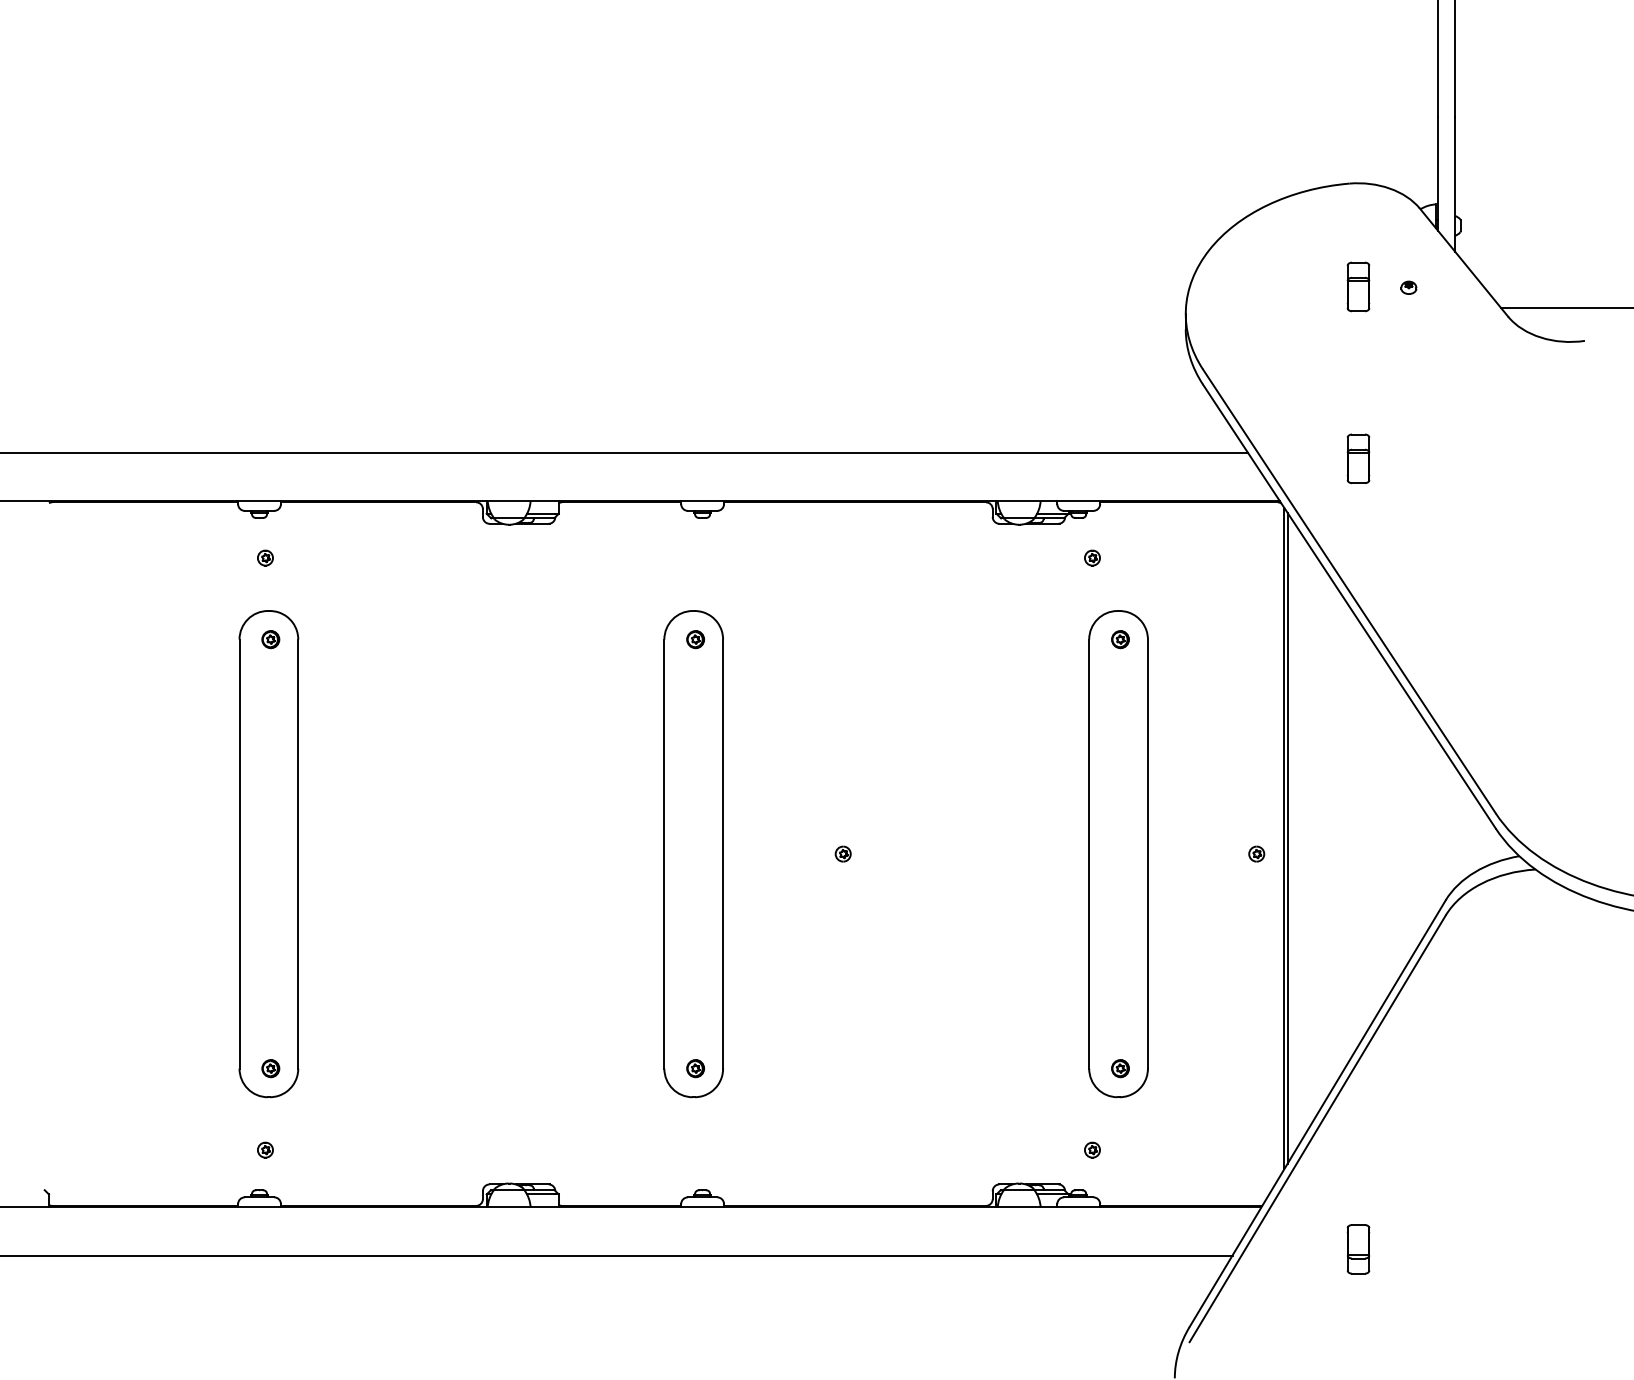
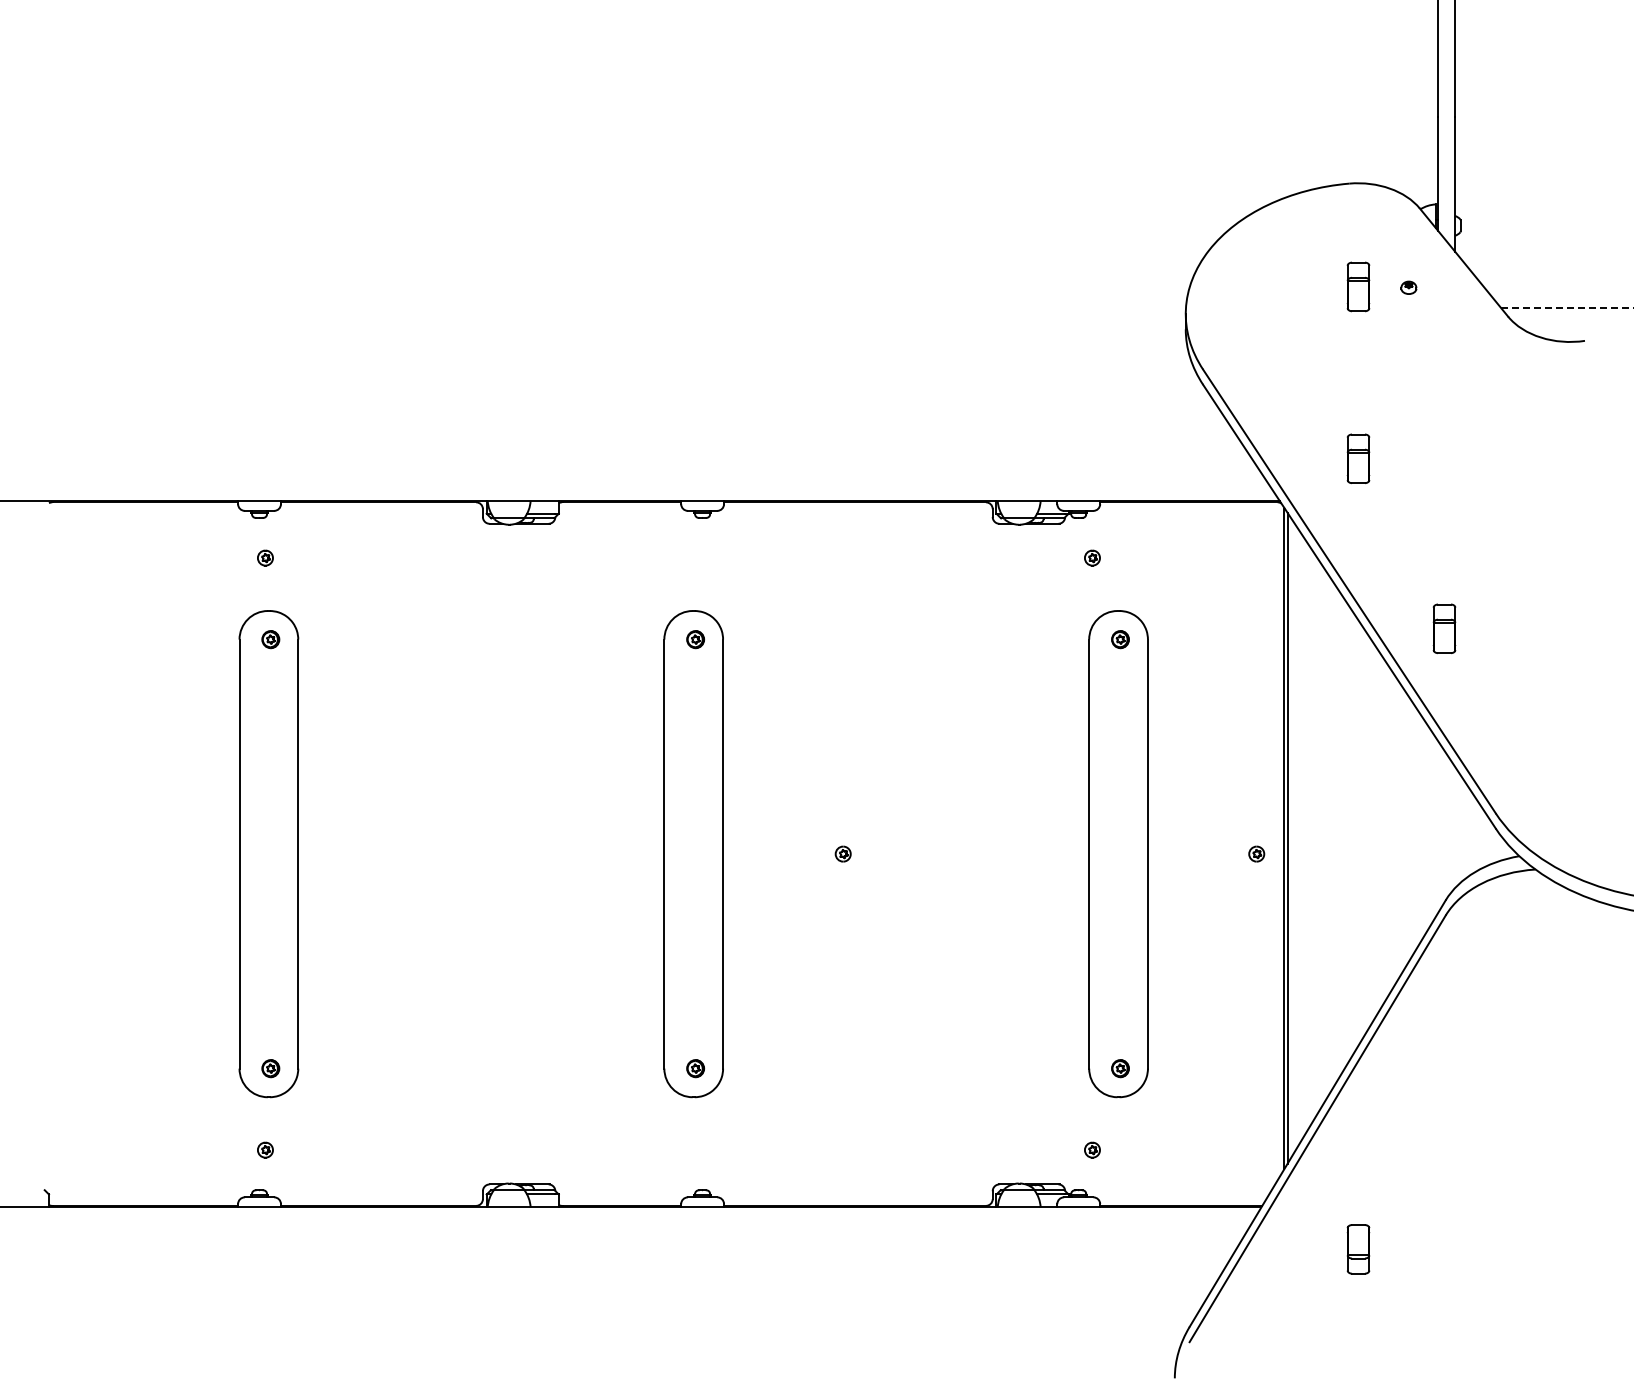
line at (1567, 308): solid -> dashed
line at (624, 452): present -> none
part at (1444, 628): none -> present
line at (617, 1255): present -> none
